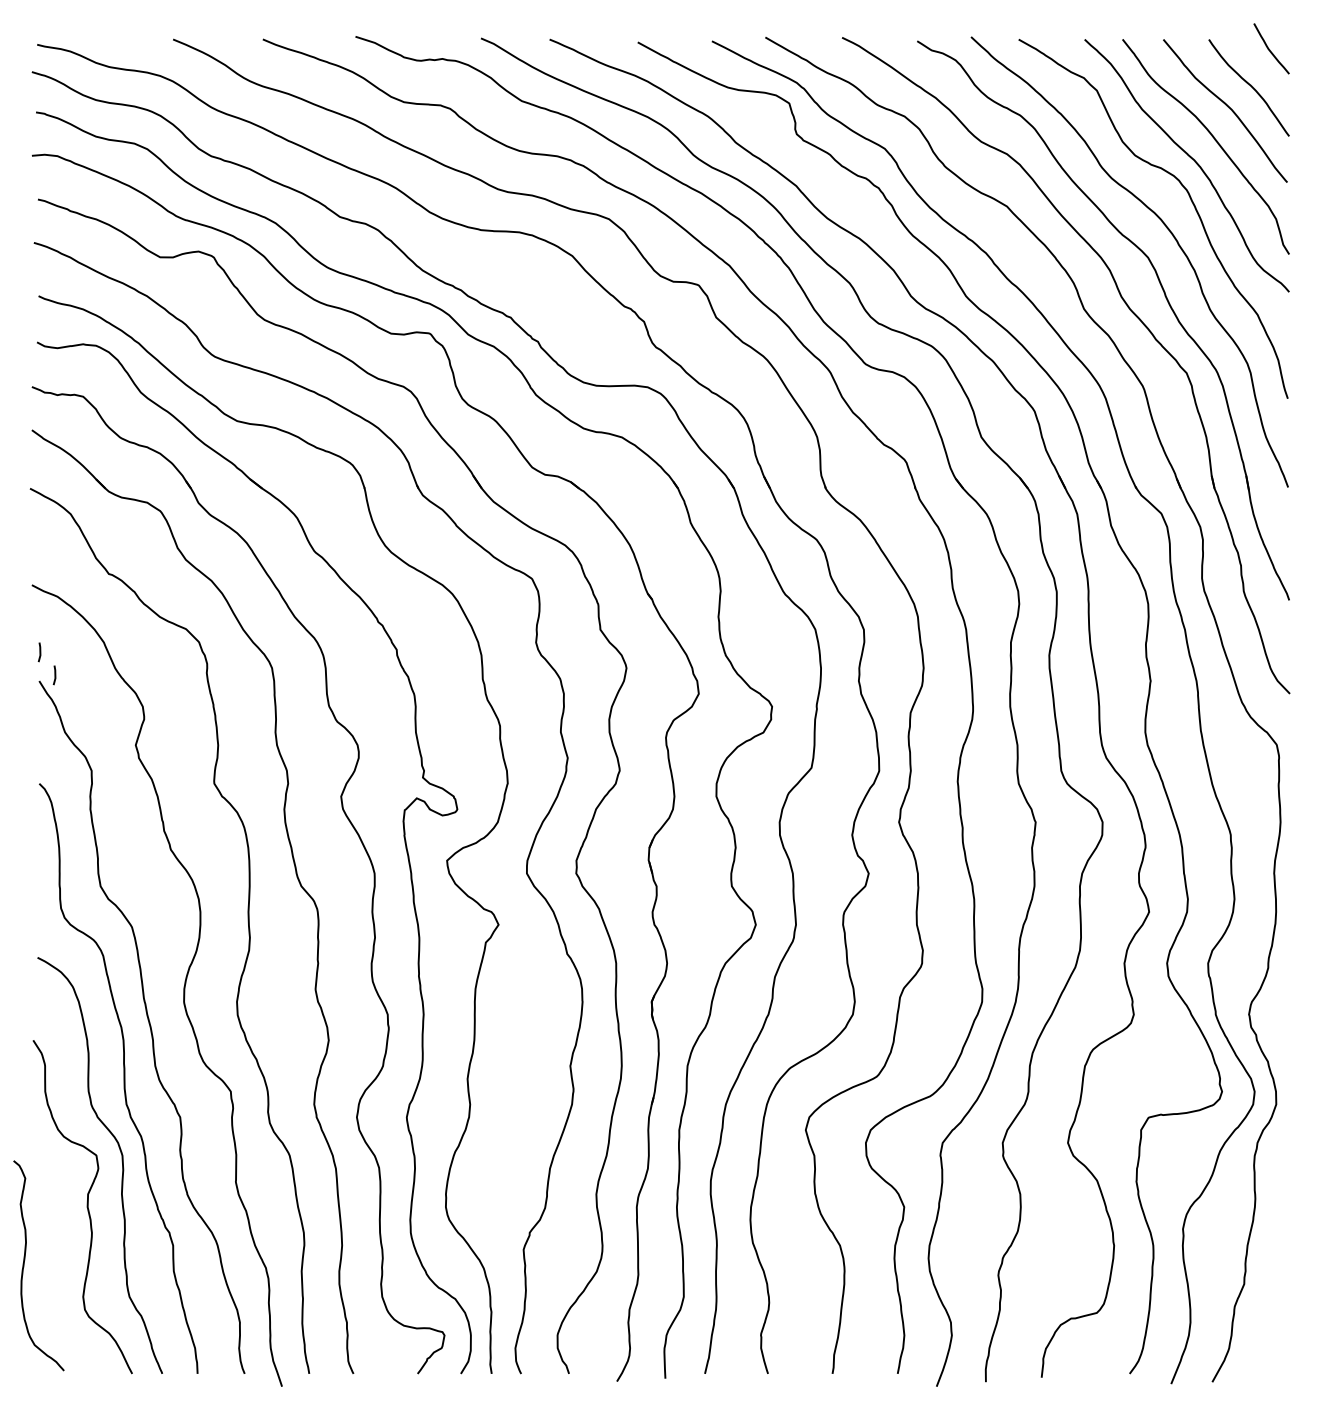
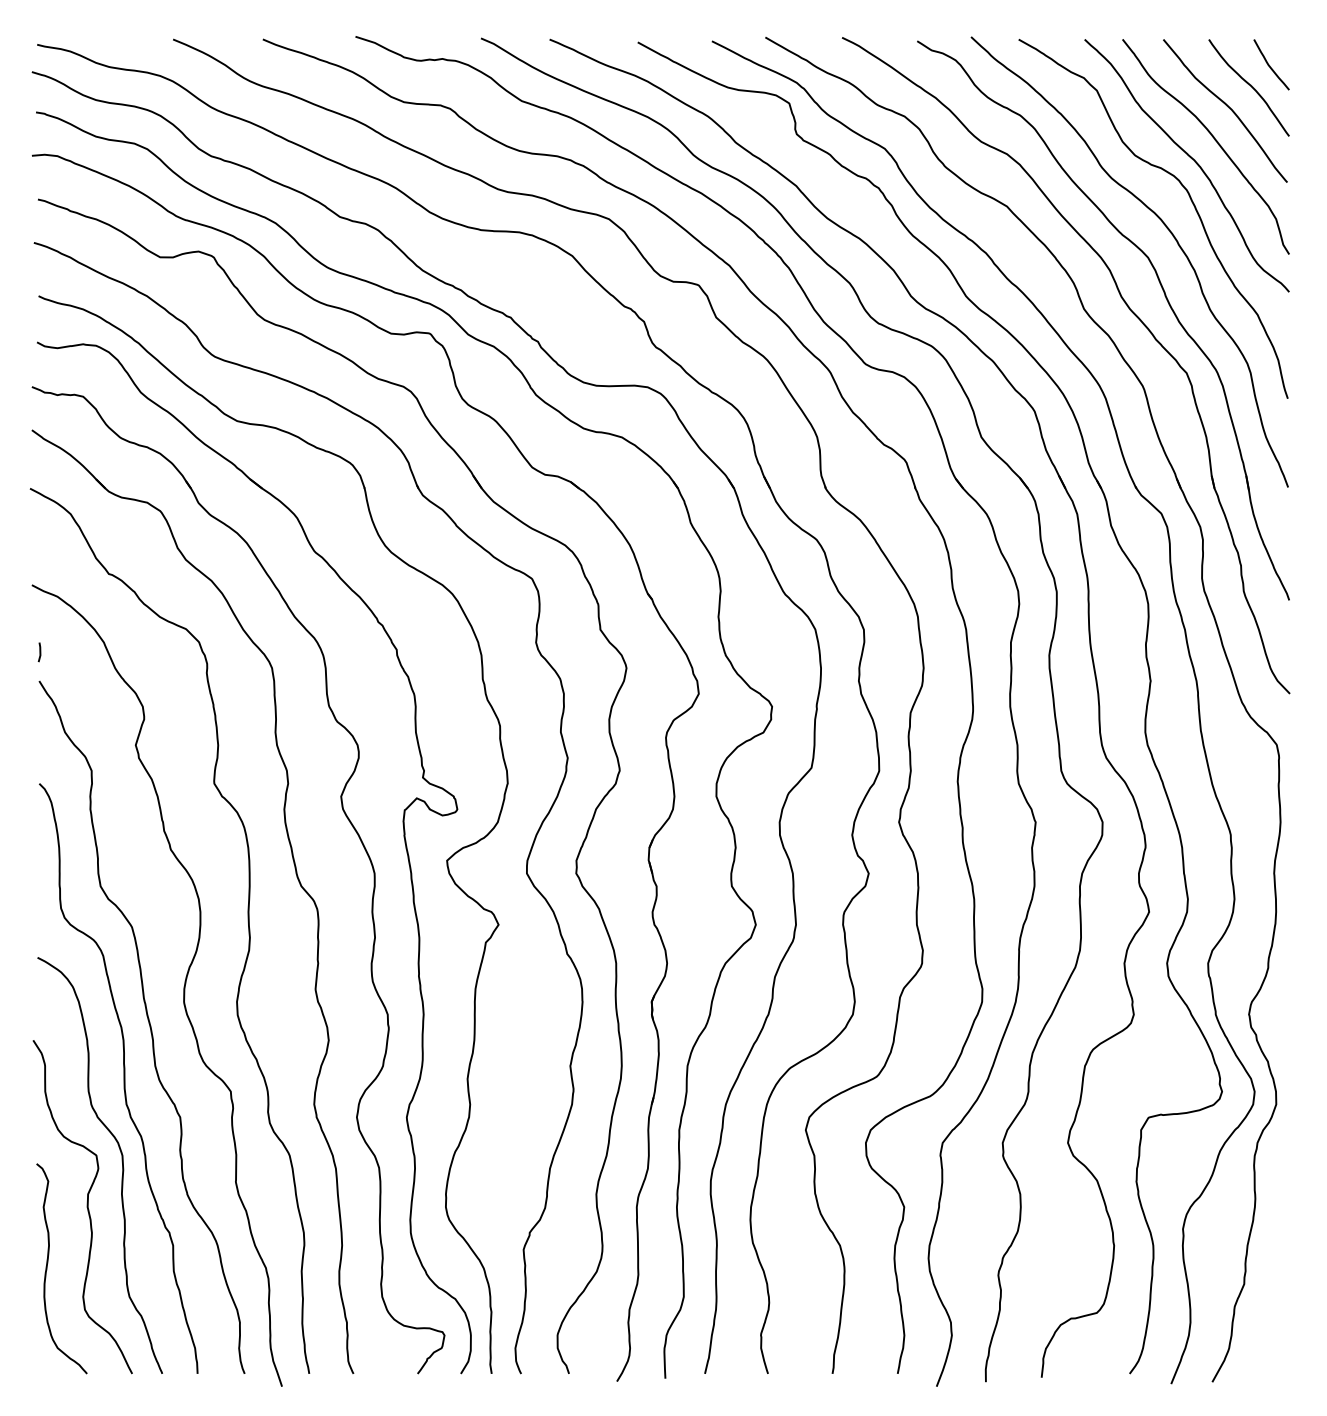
curve at (1270, 49) position: (1270, 49) -> (1270, 65)
line at (54, 675): present -> none
curve at (25, 1260) position: (25, 1260) -> (48, 1263)
